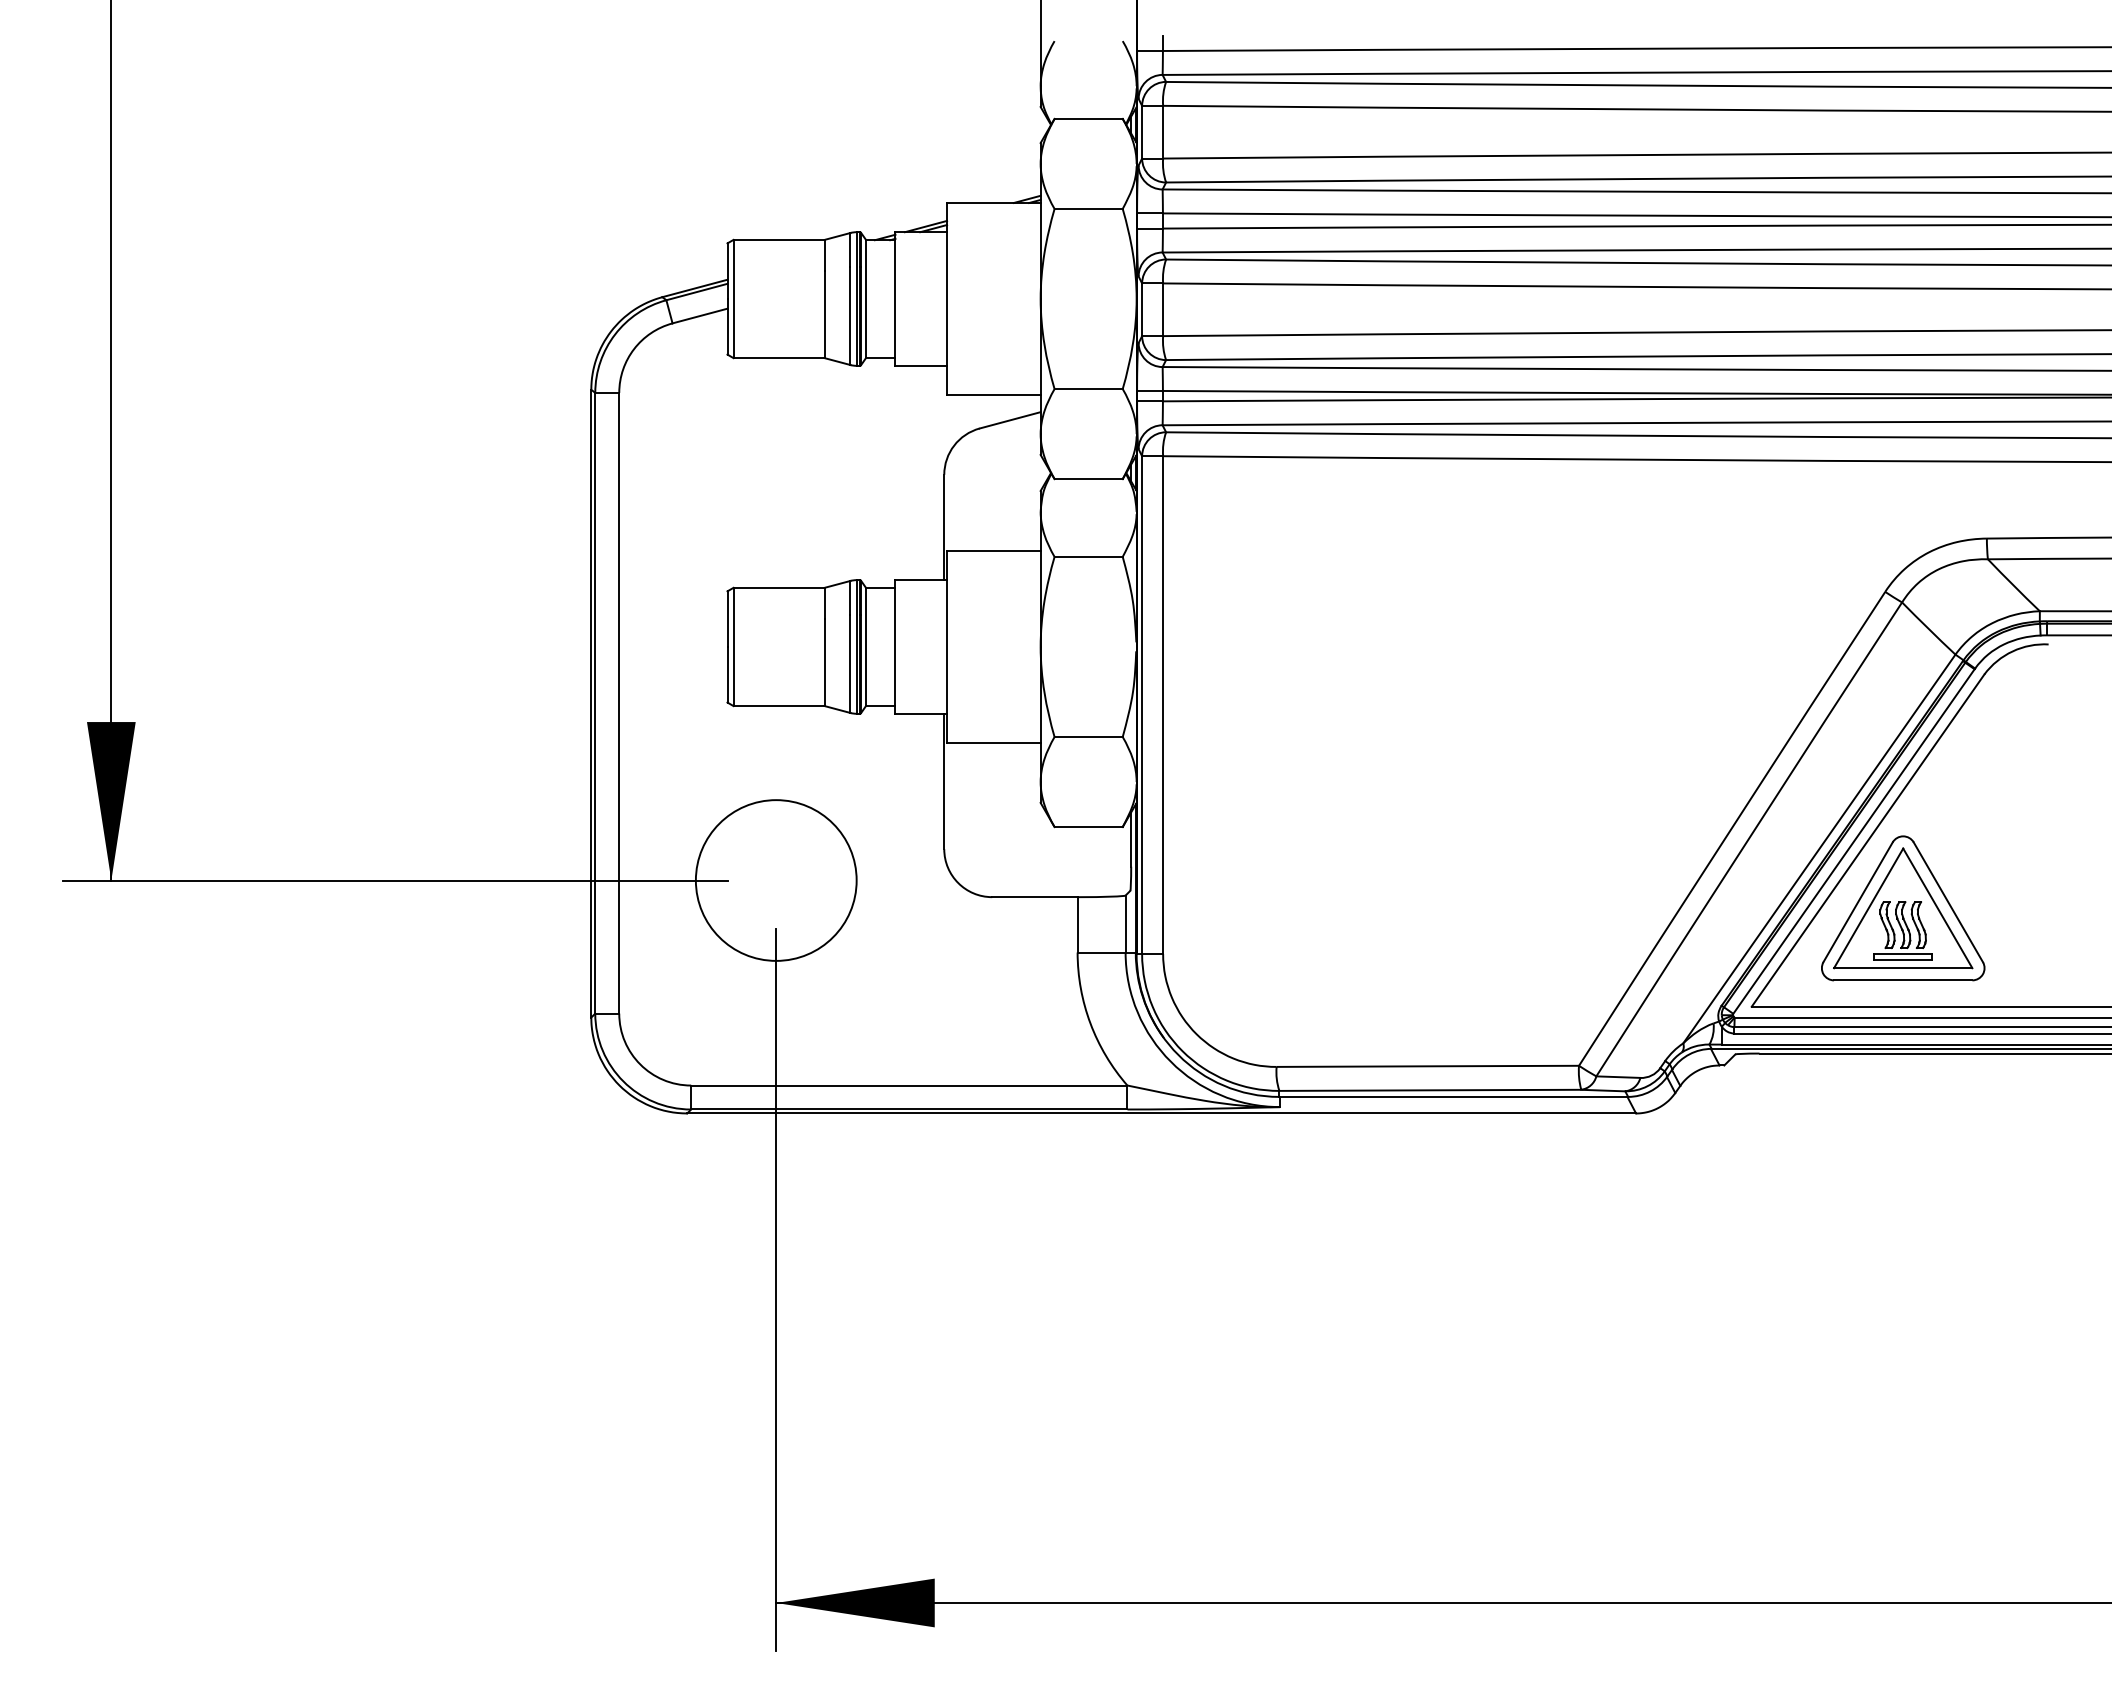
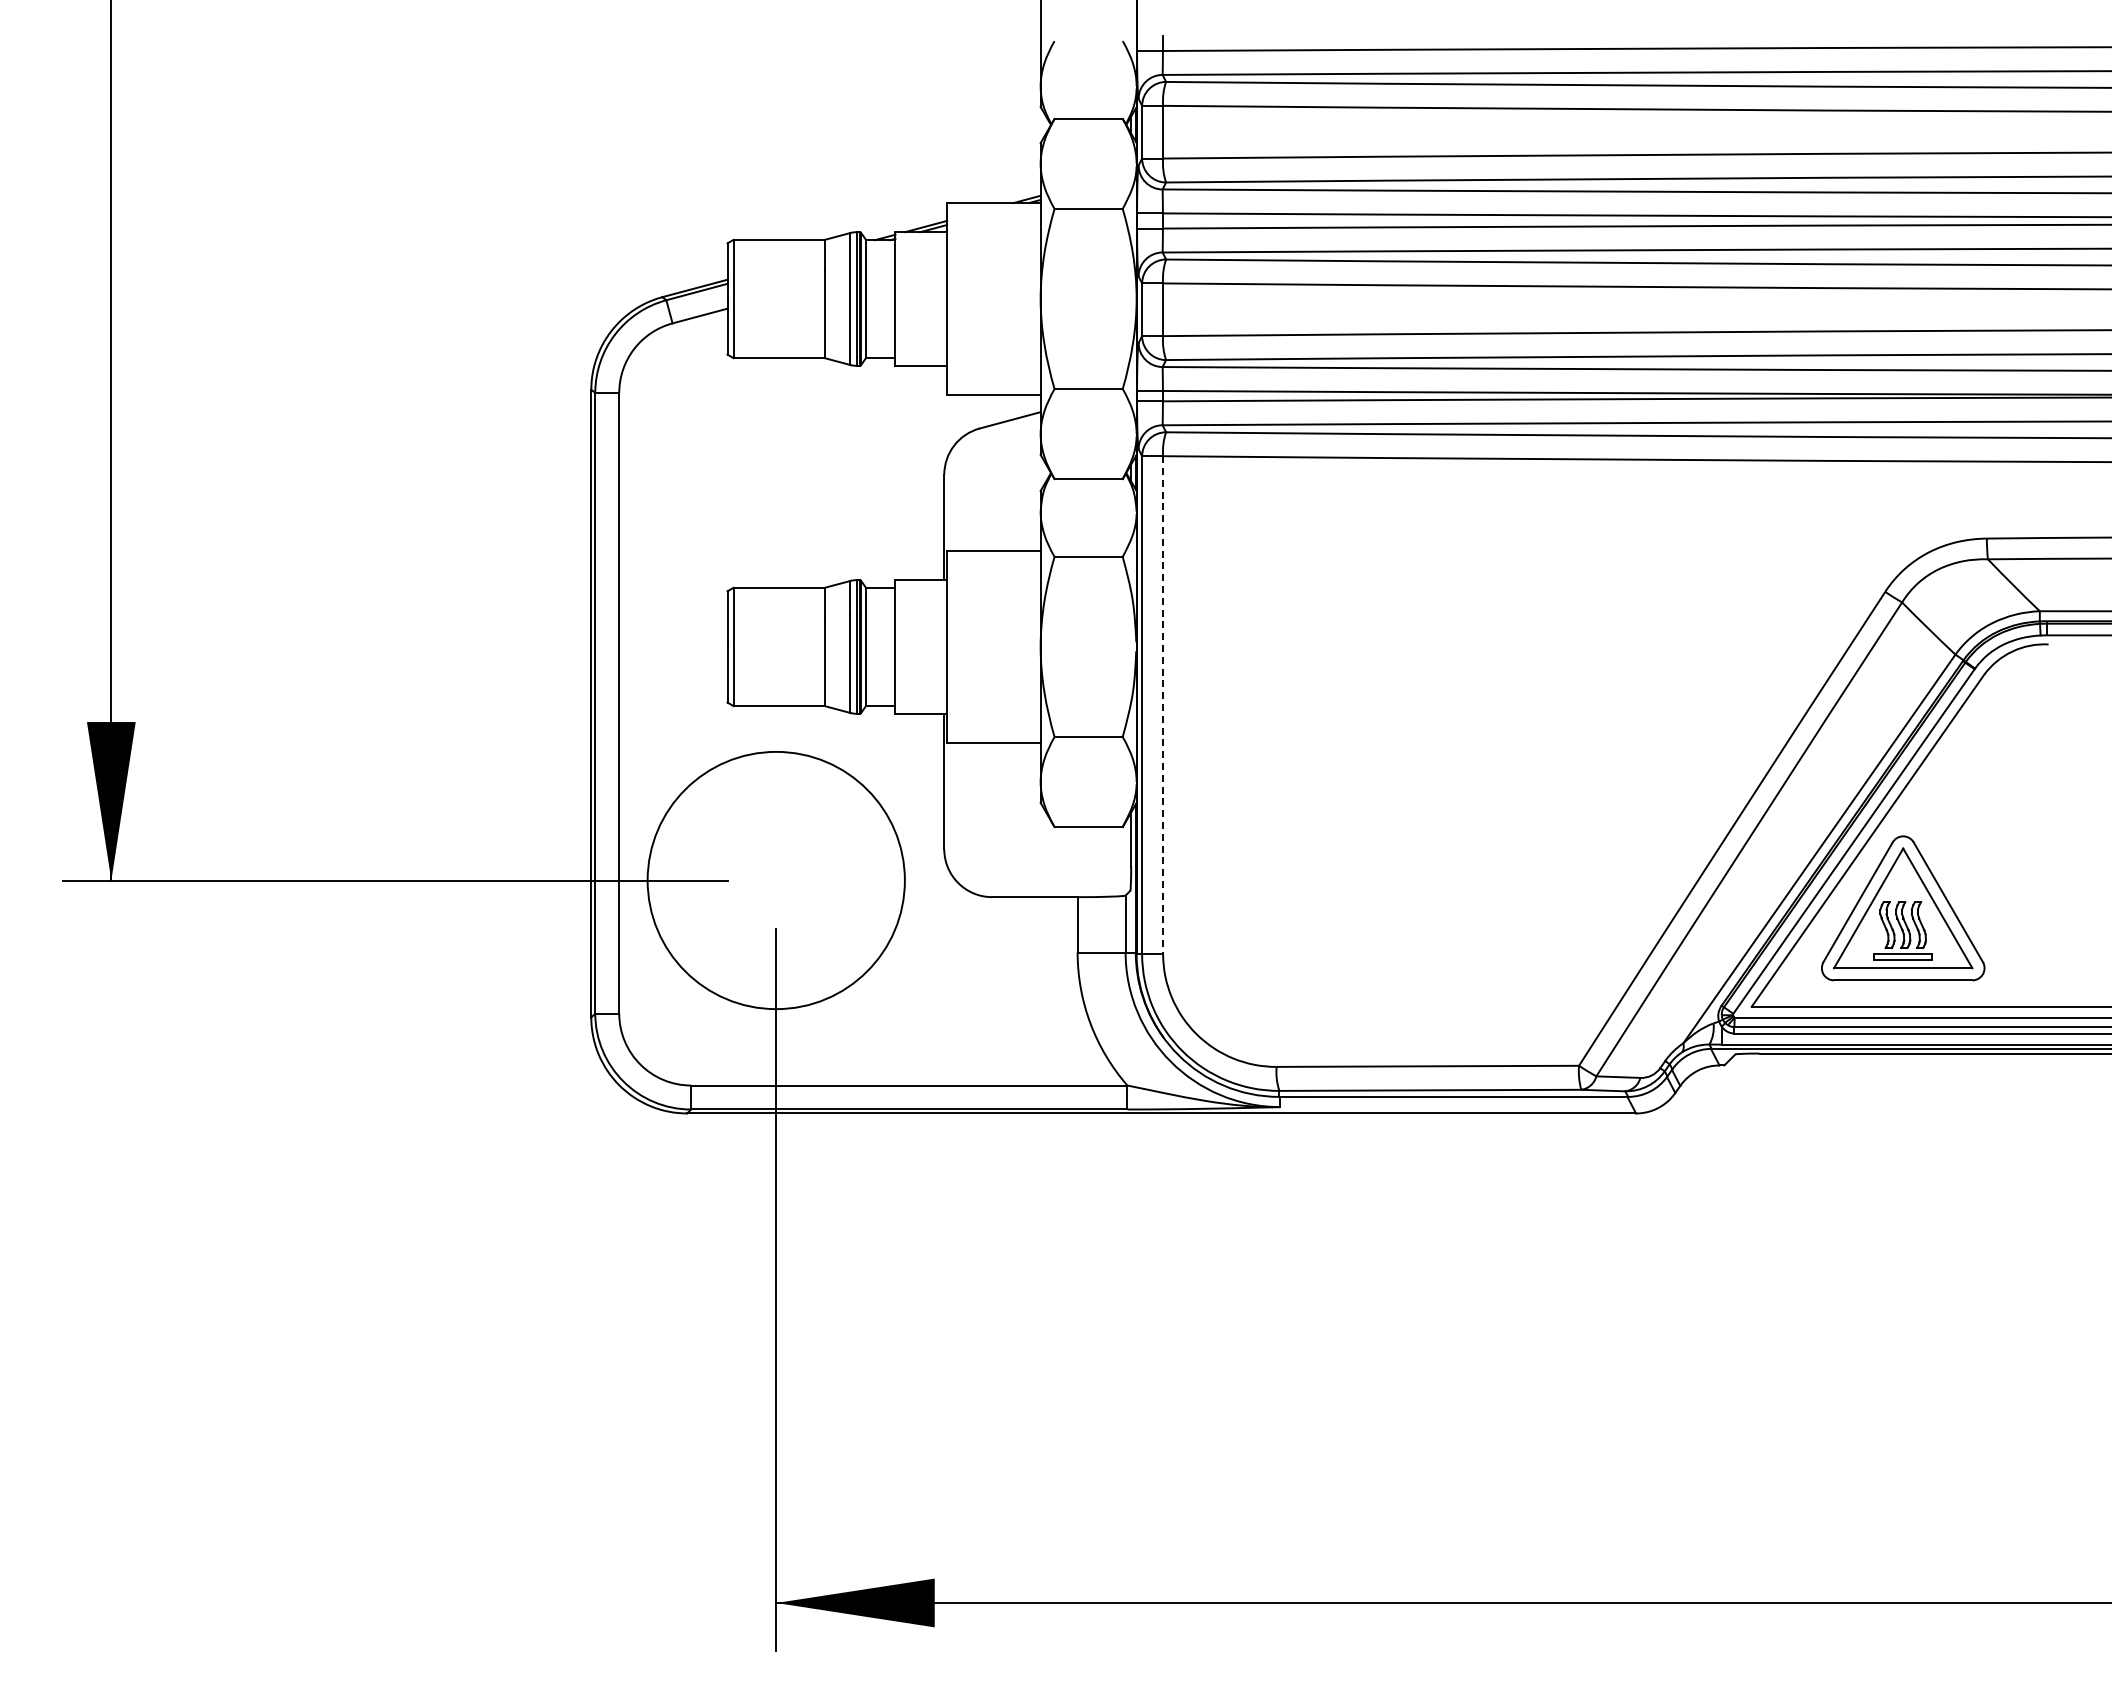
line at (1163, 705): solid -> dashed
circle at (775, 880) diameter: 161 px -> 257 px
